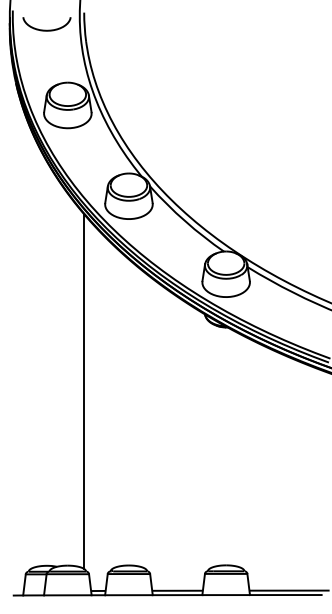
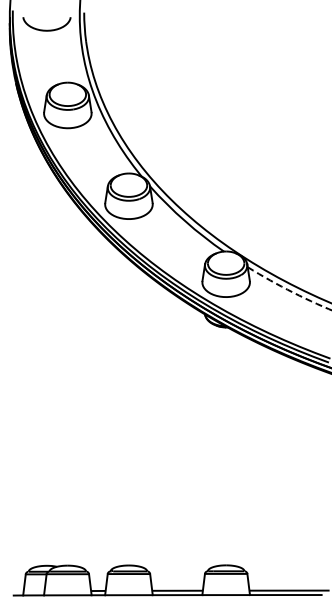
arc at (289, 290): solid -> dashed
line at (84, 391): present -> none
